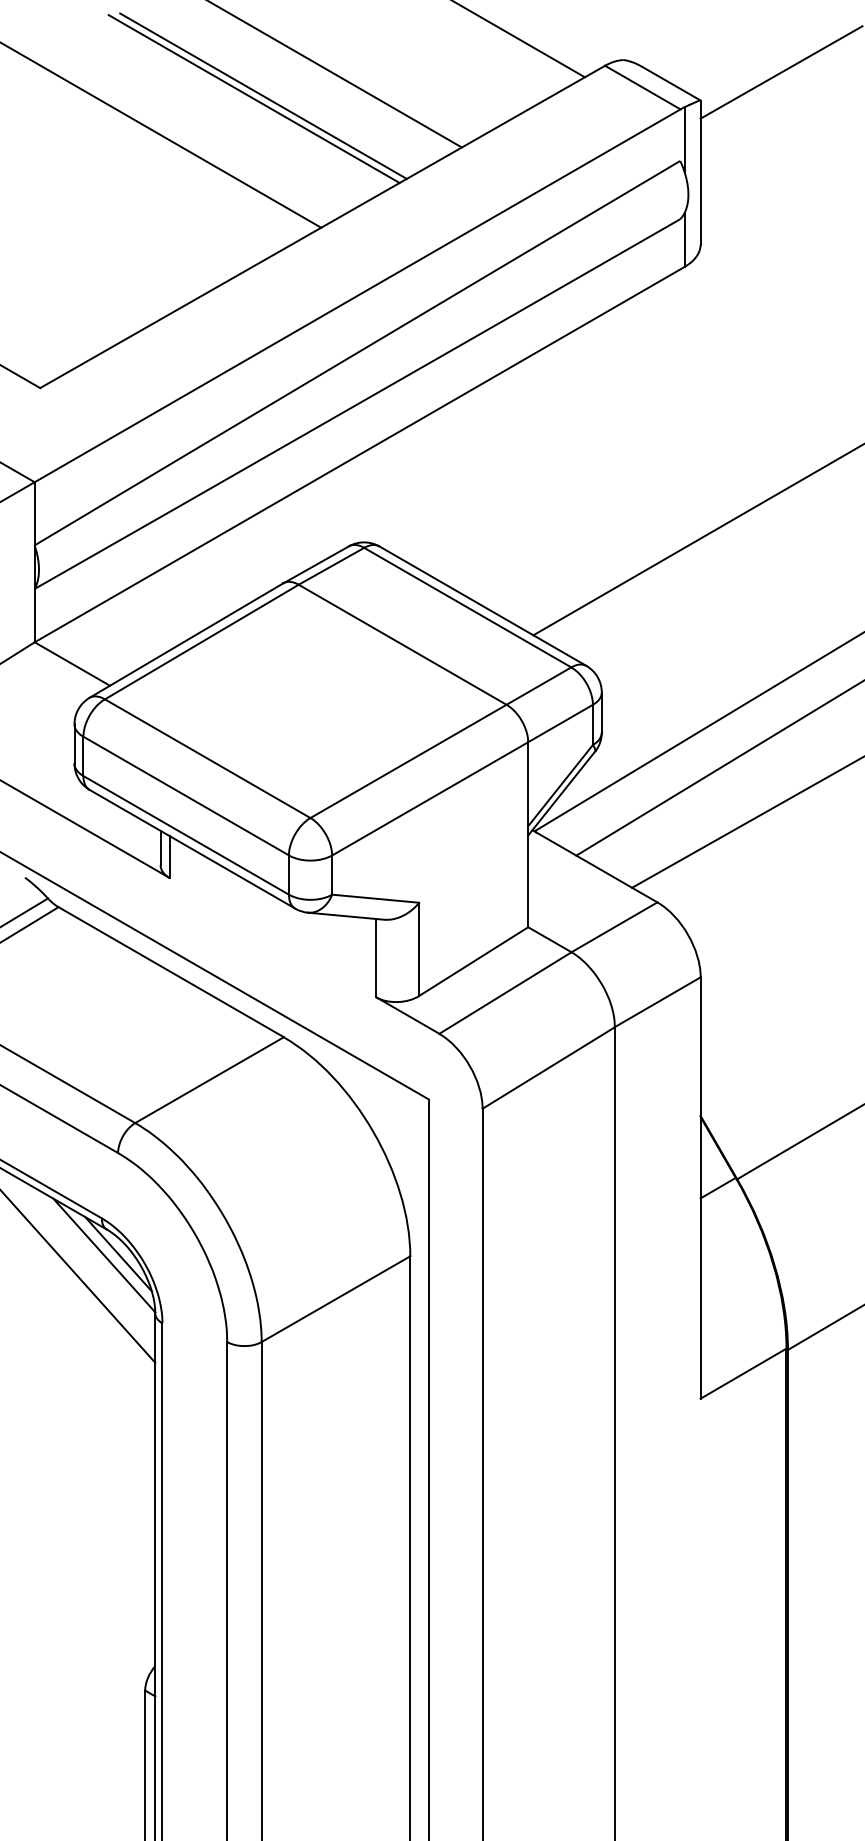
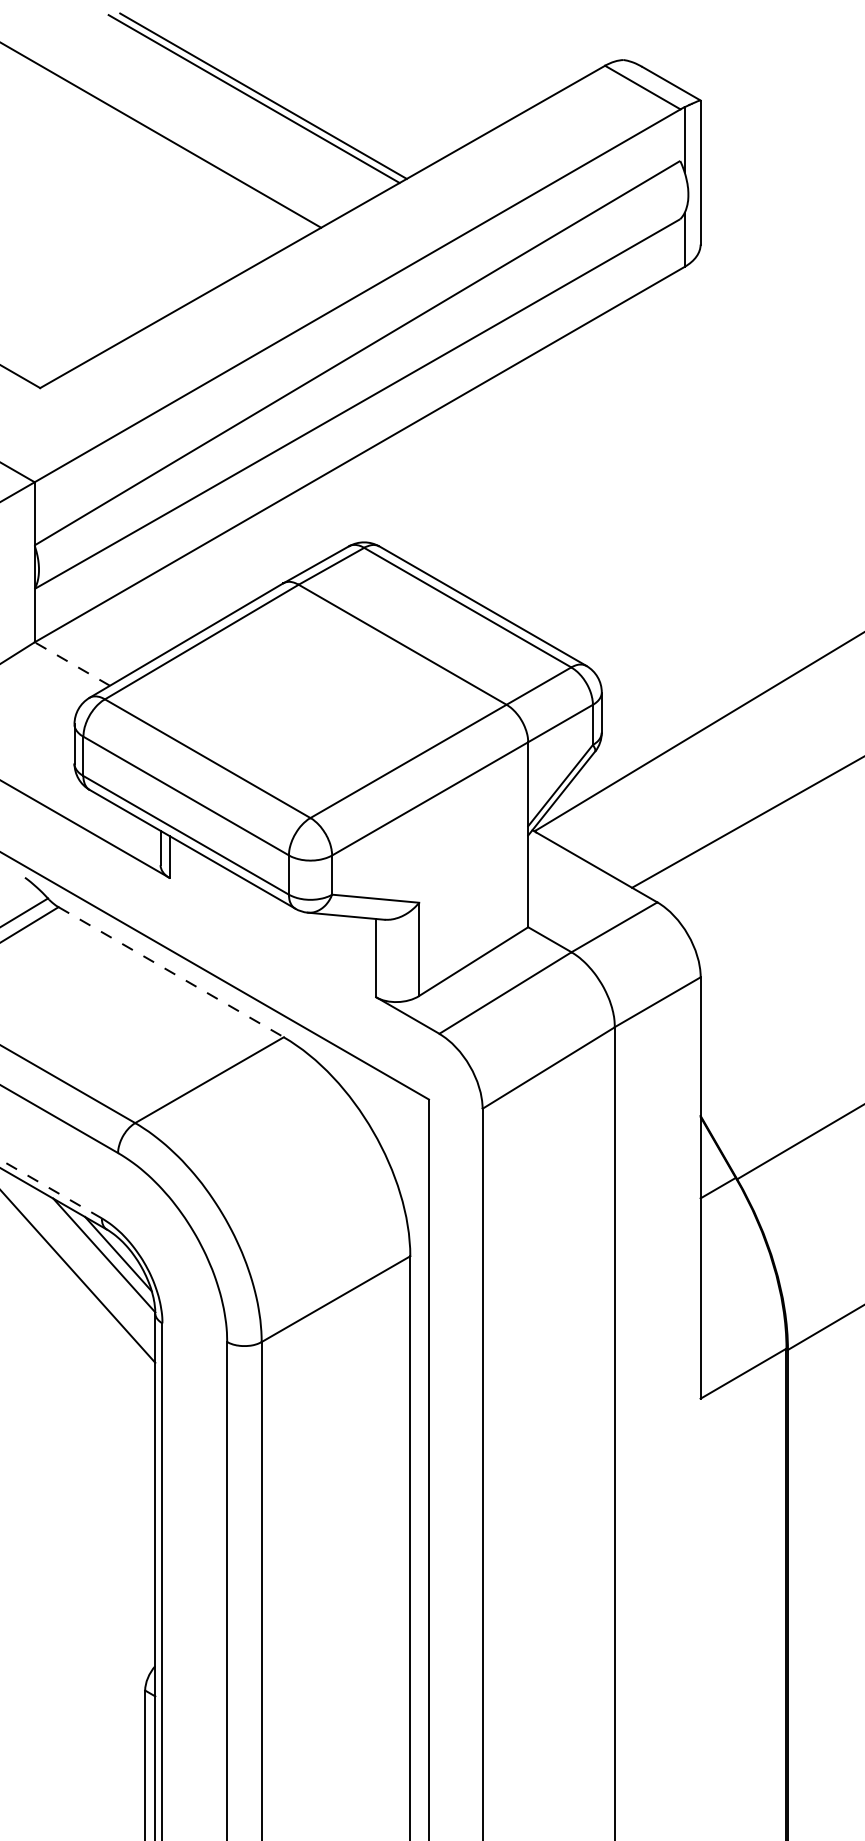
line at (519, 39): present -> none
line at (780, 72): present -> none
line at (335, 74): present -> none
line at (697, 540): present -> none
line at (71, 663): solid -> dashed
line at (718, 768): present -> none
line at (171, 972): solid -> dashed
line at (50, 1188): solid -> dashed
